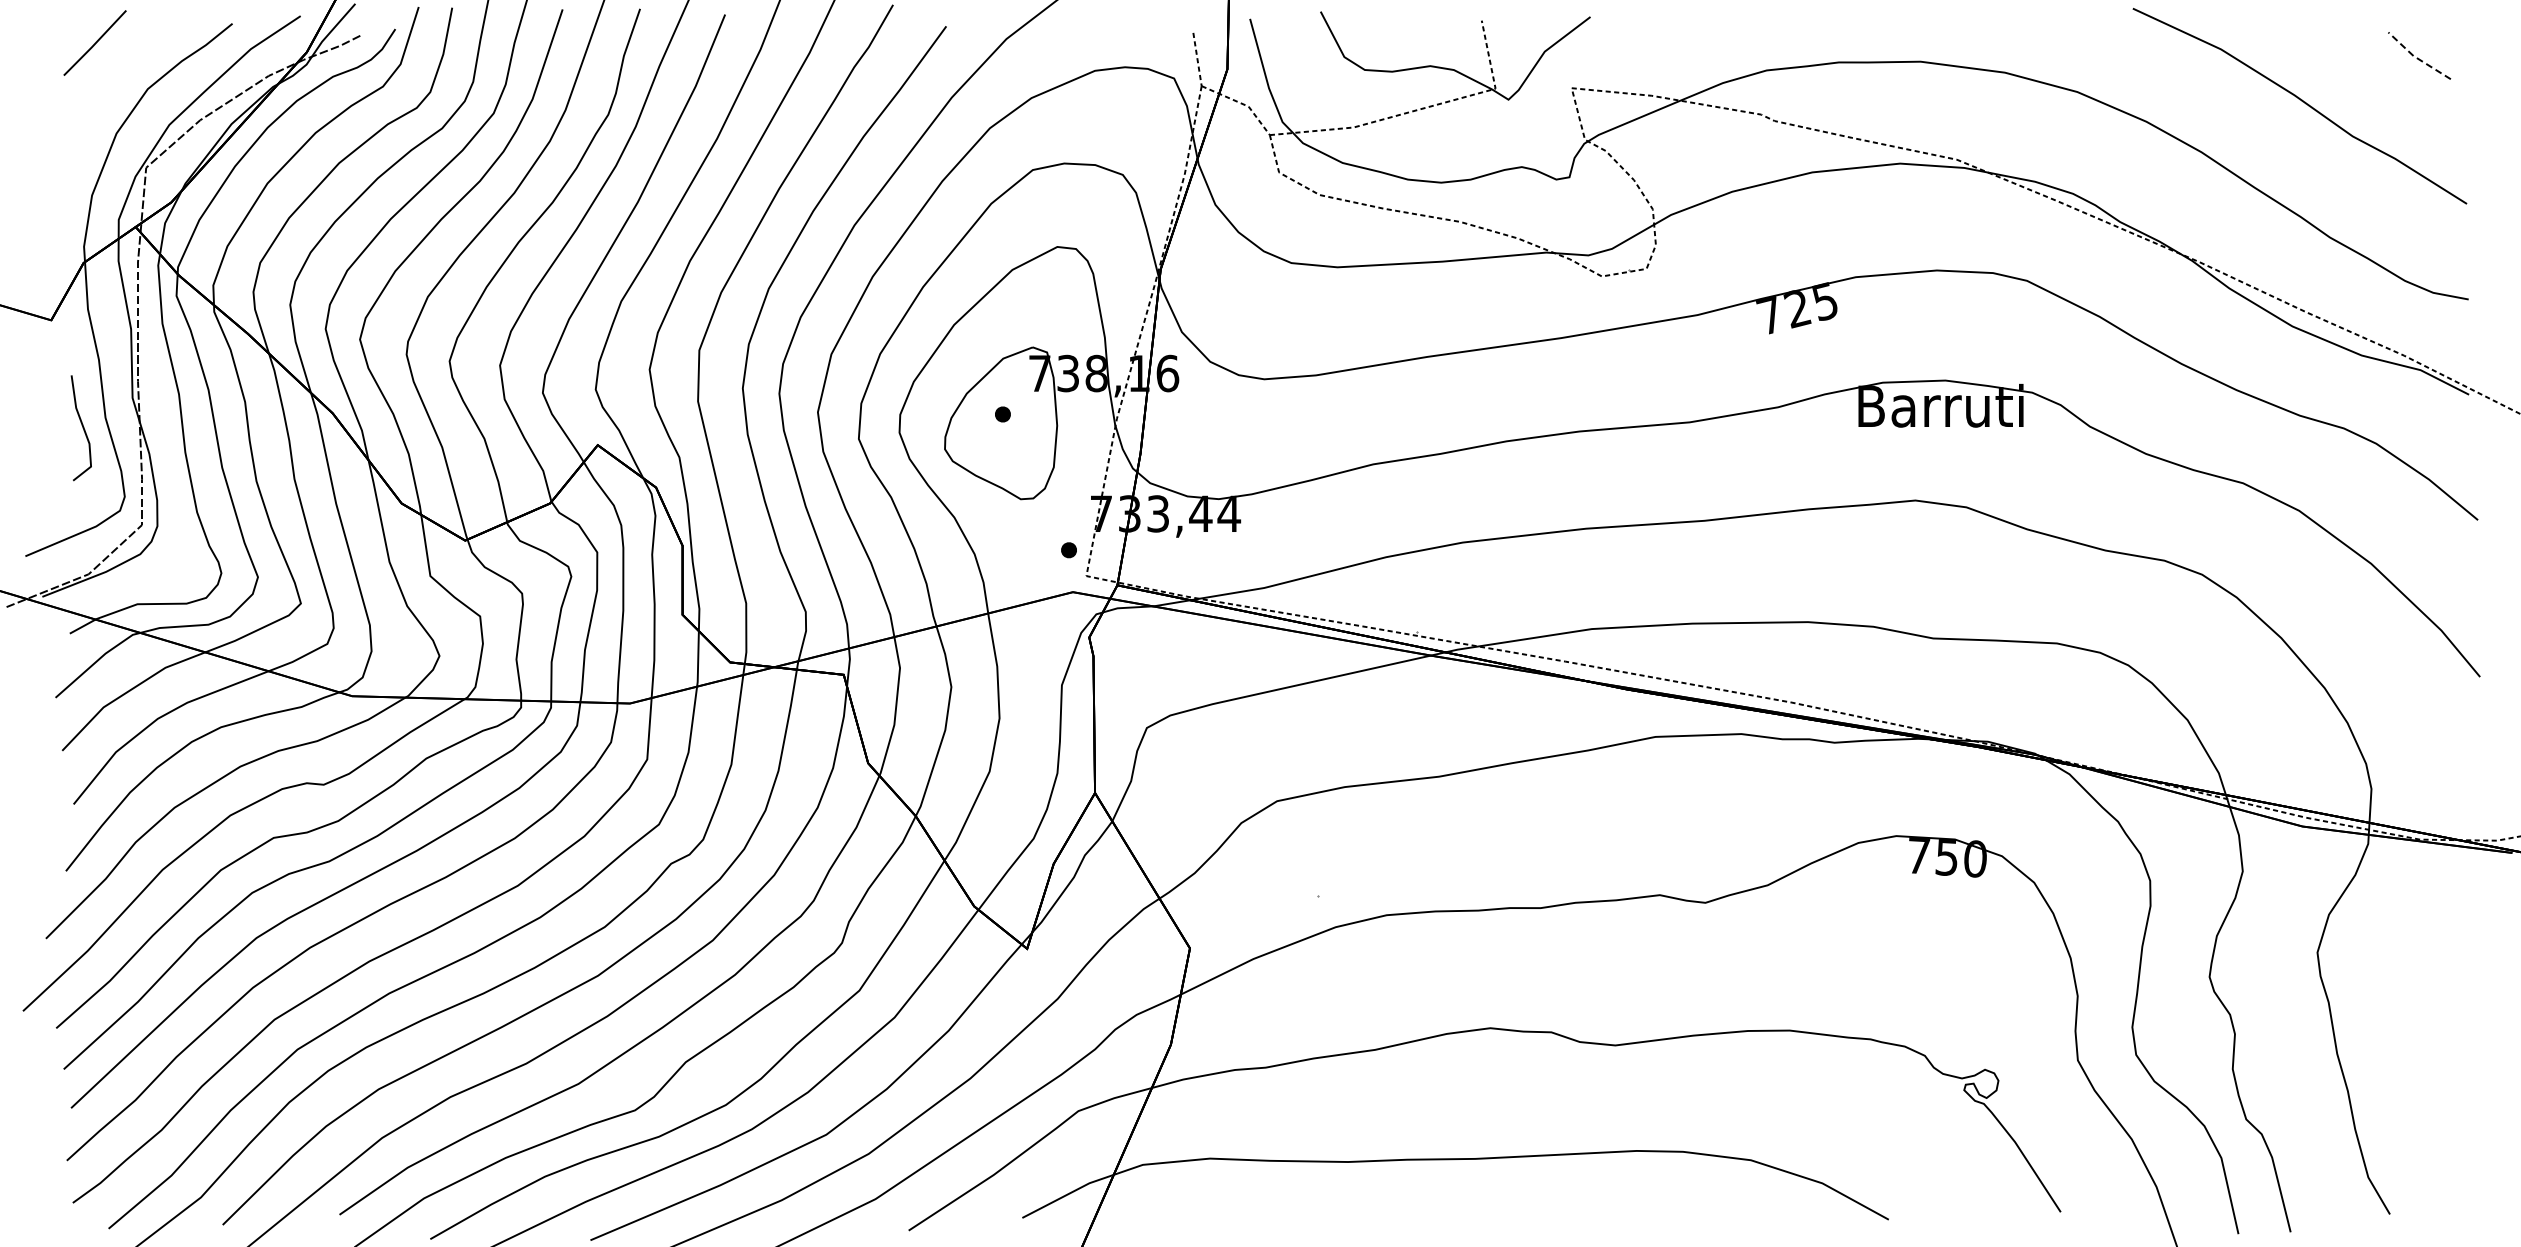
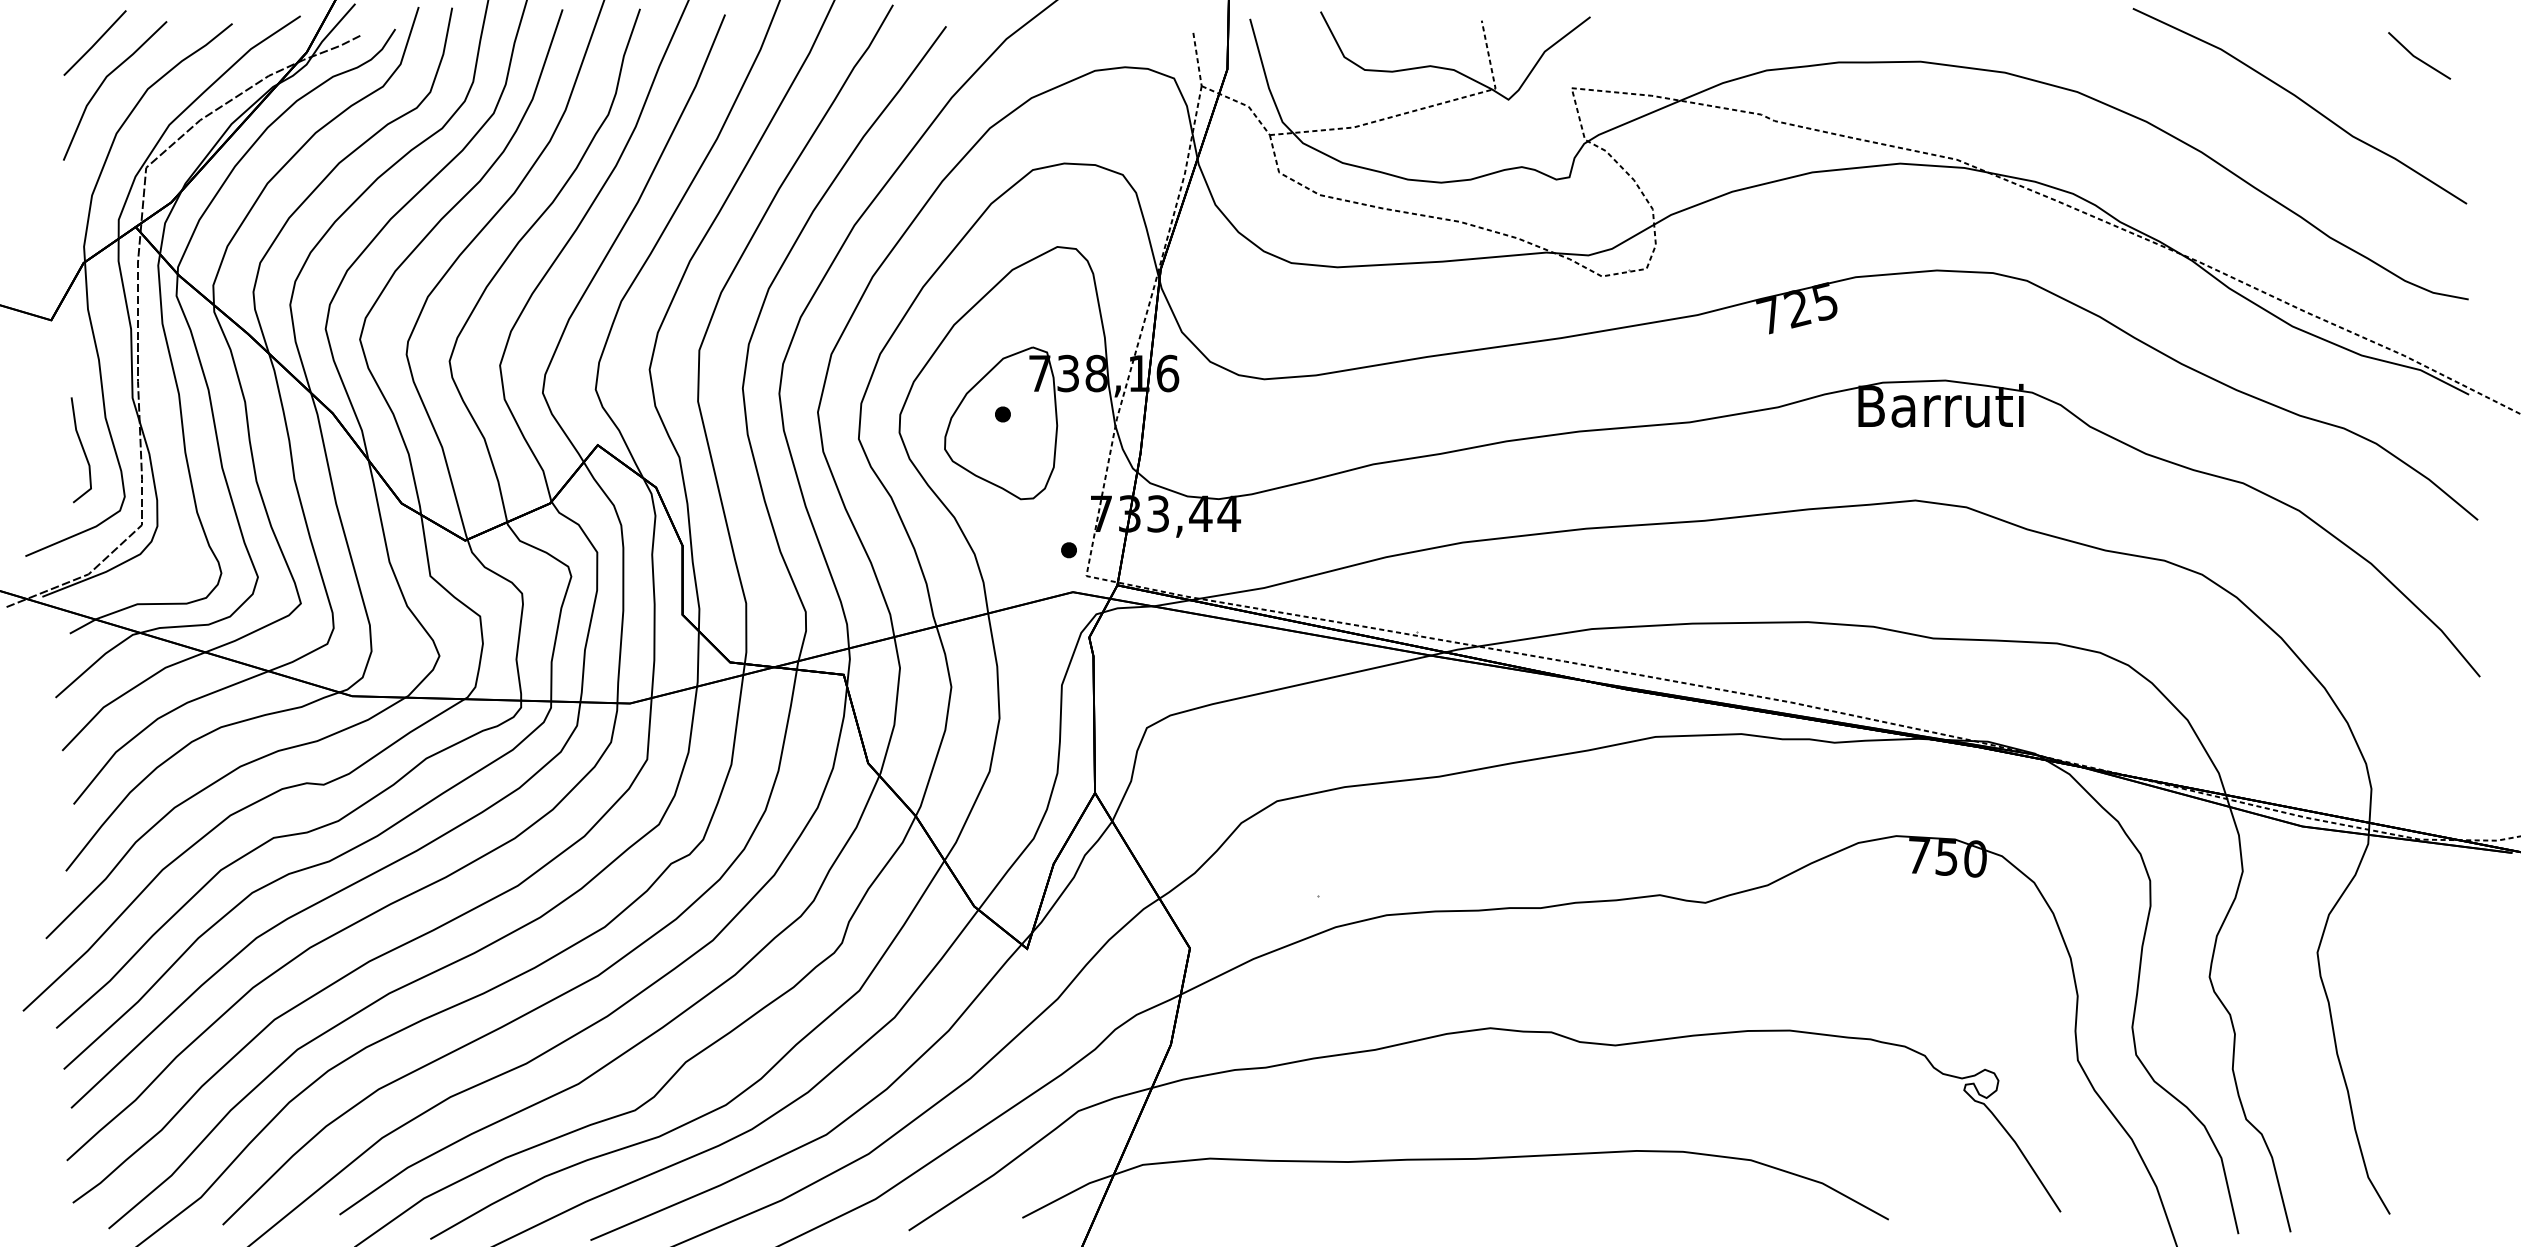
line at (2416, 58): dashed -> solid
line at (103, 83): none -> present
line at (82, 428) position: (82, 428) -> (82, 450)
